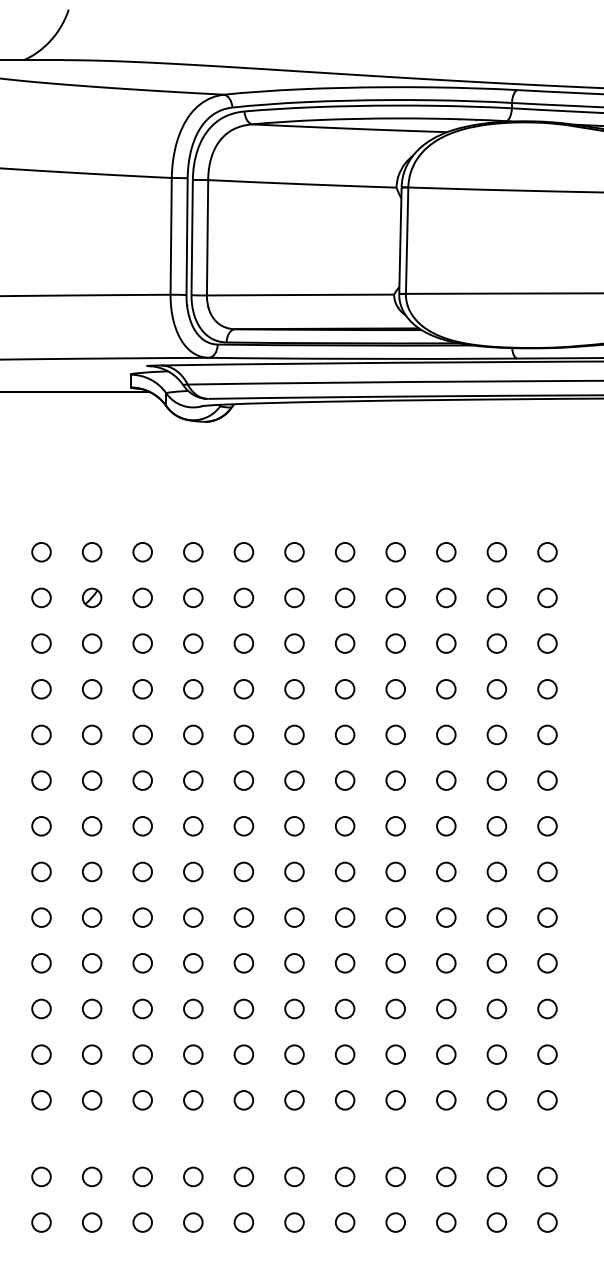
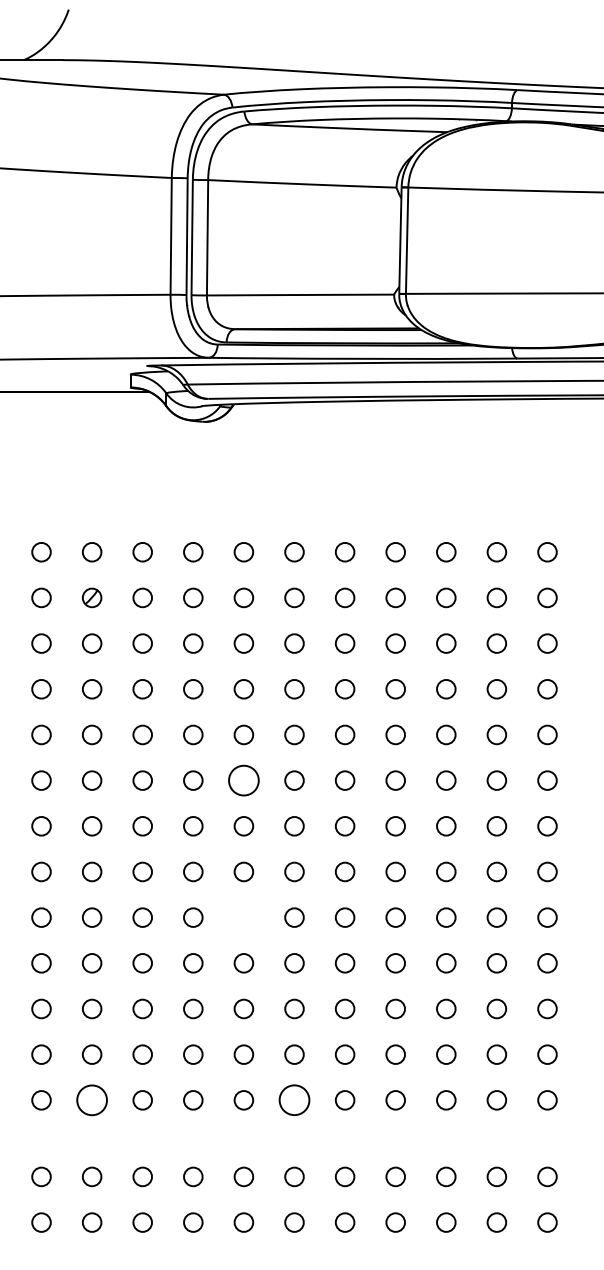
circle at (243, 780) diameter: 19 px -> 30 px
circle at (243, 917): present -> none
circle at (91, 1100) diameter: 19 px -> 30 px
circle at (294, 1100) size: 21x21 px -> 33x32 px
